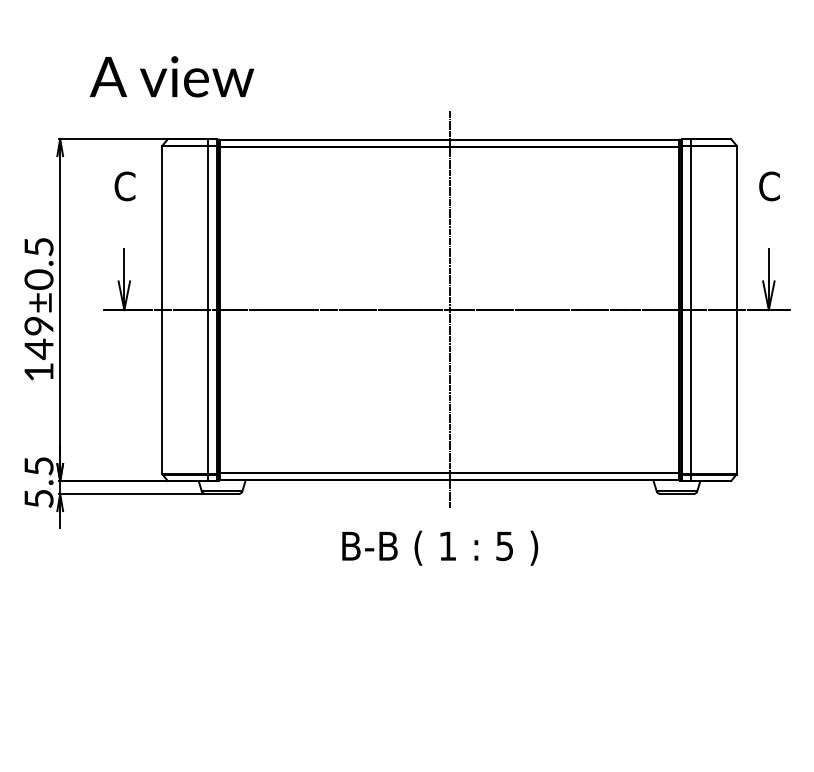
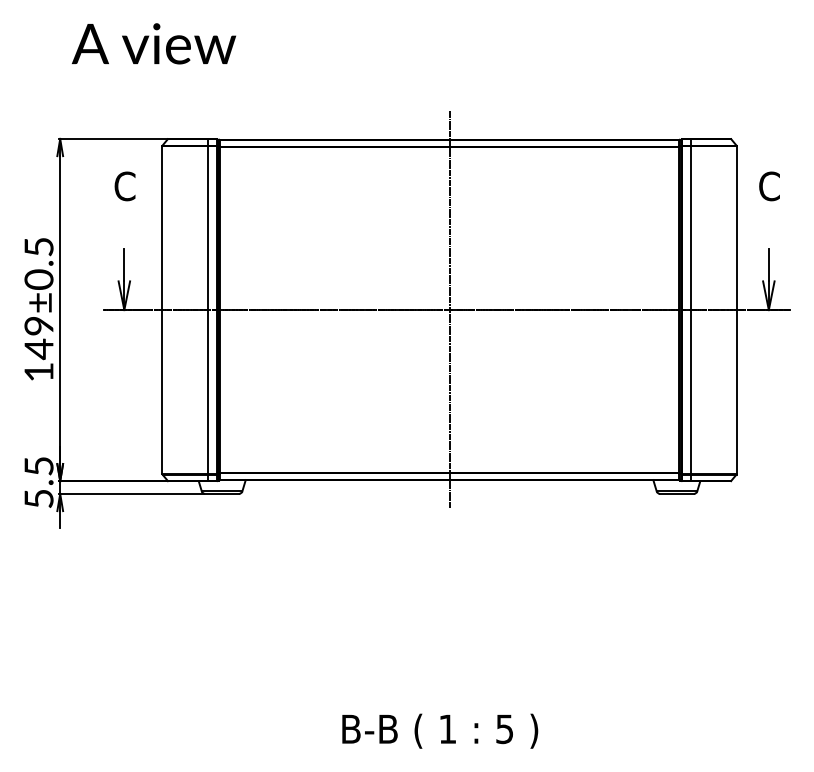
text at (171, 76) position: (171, 76) -> (153, 43)
text at (440, 547) position: (440, 547) -> (440, 730)
